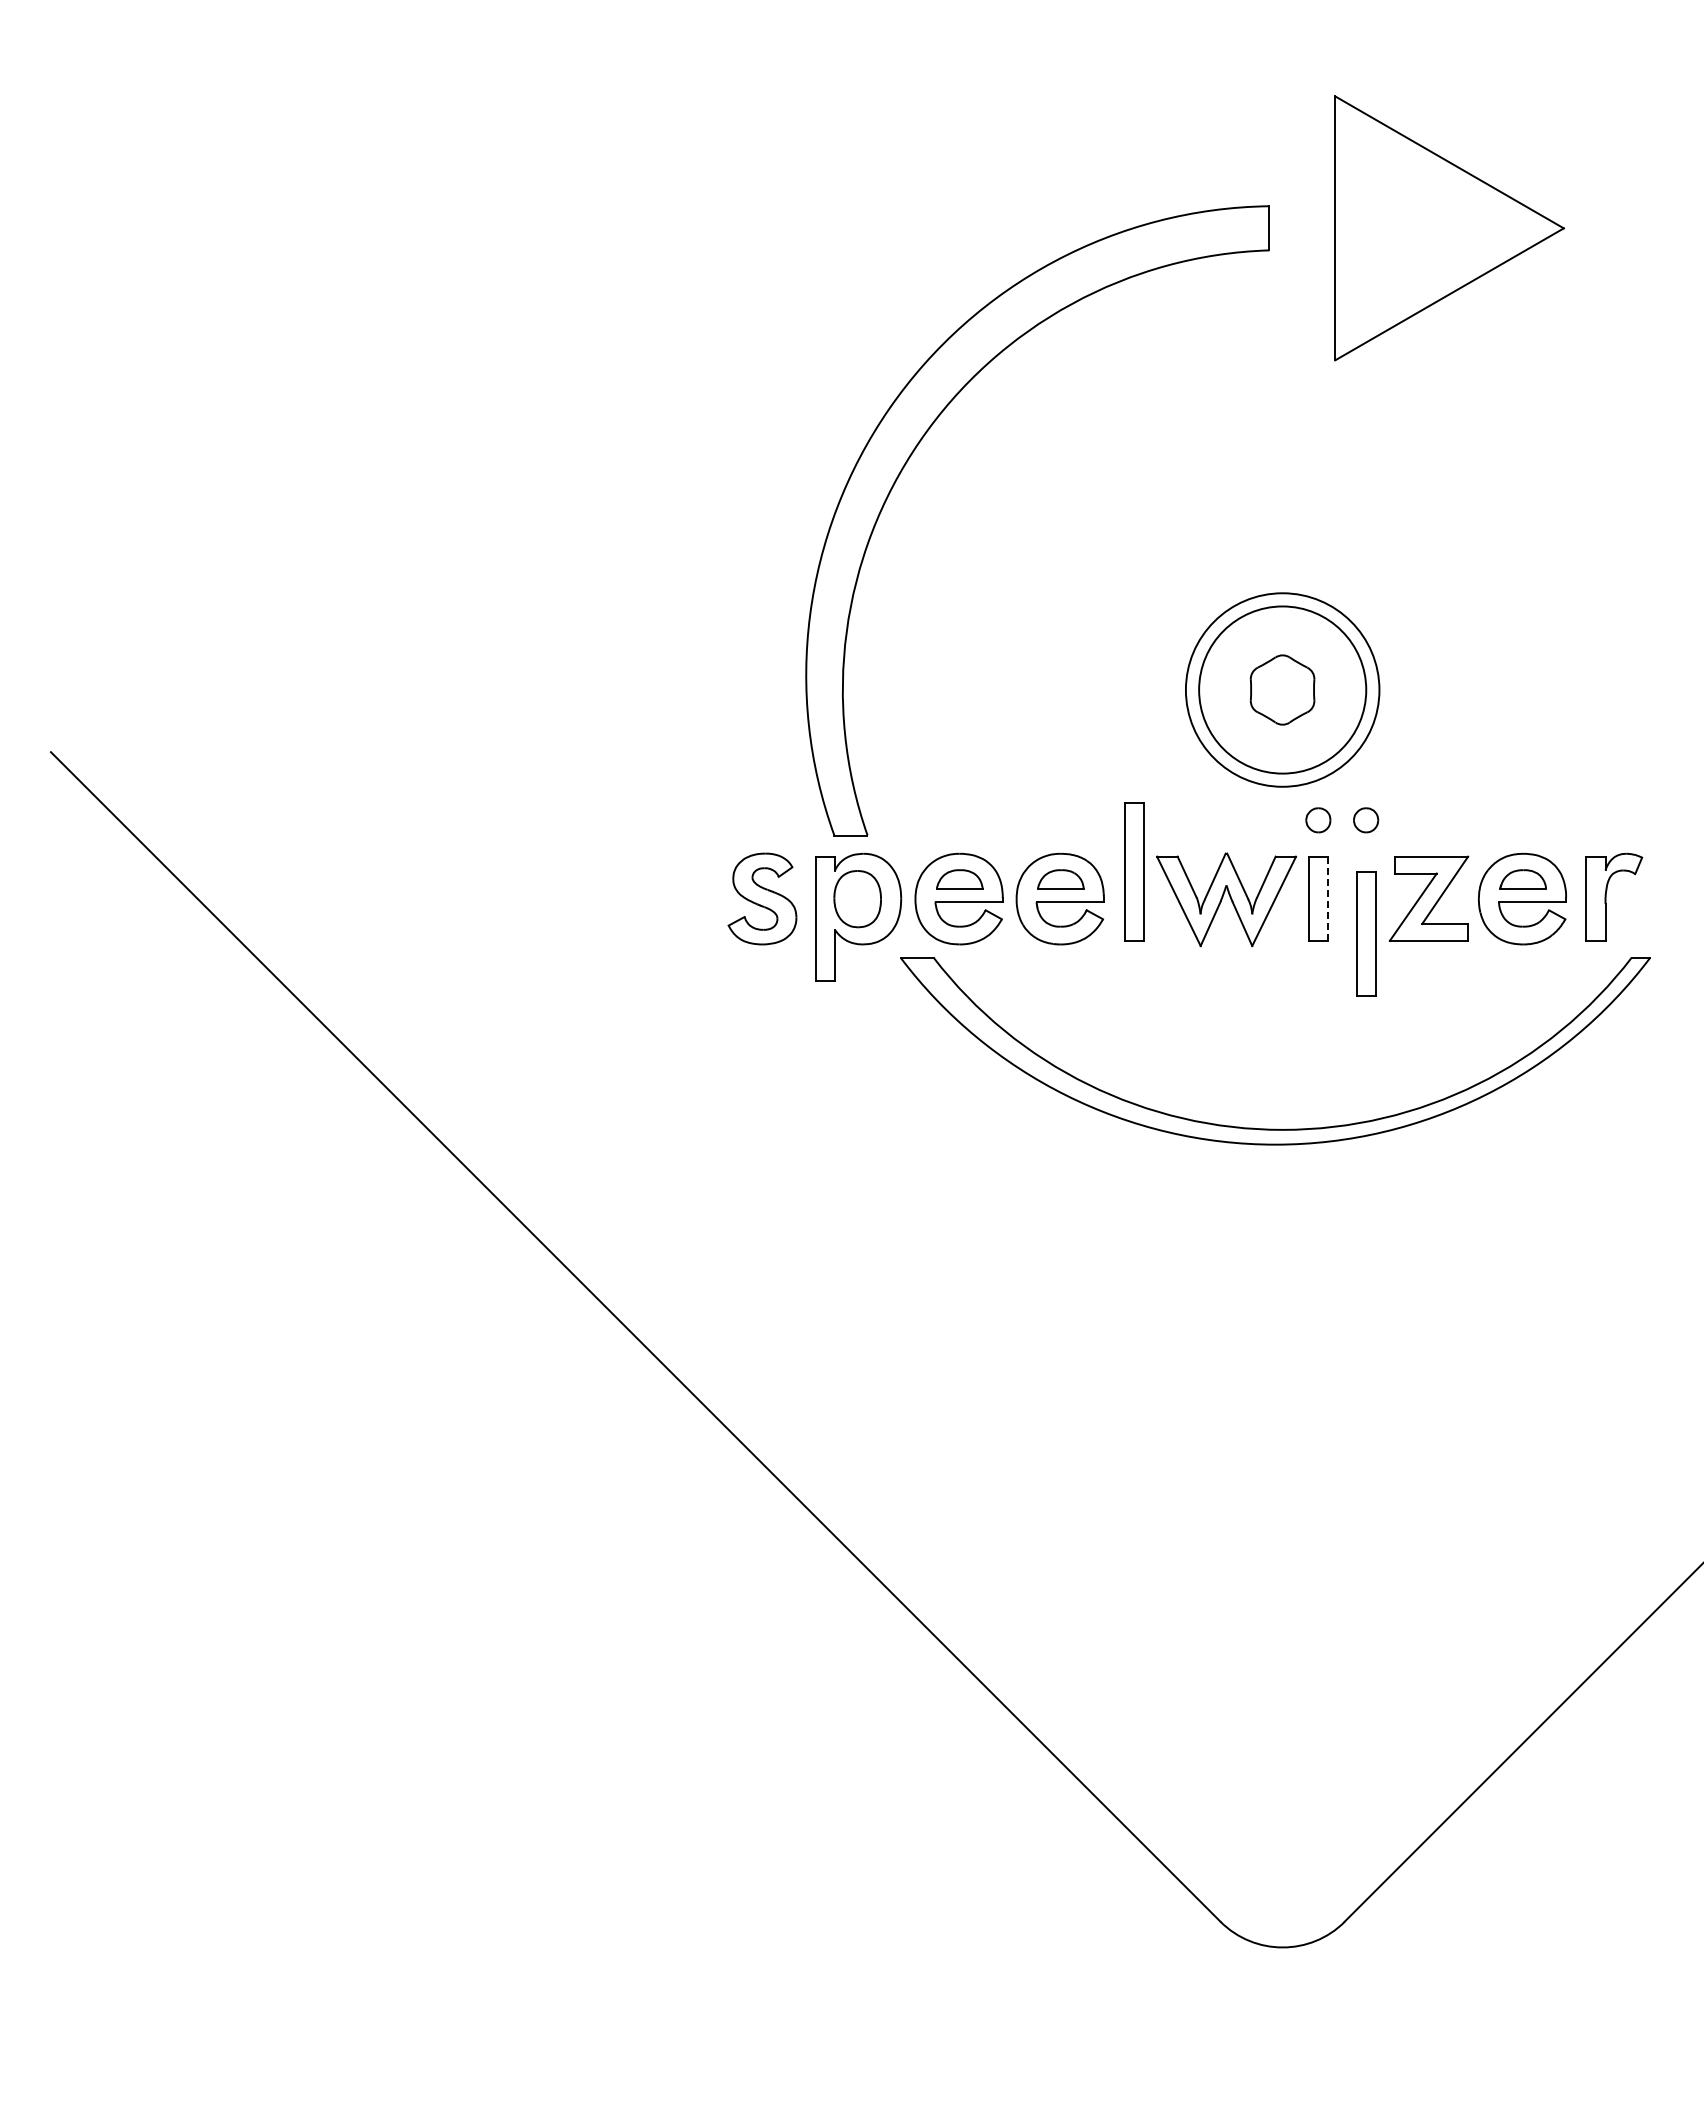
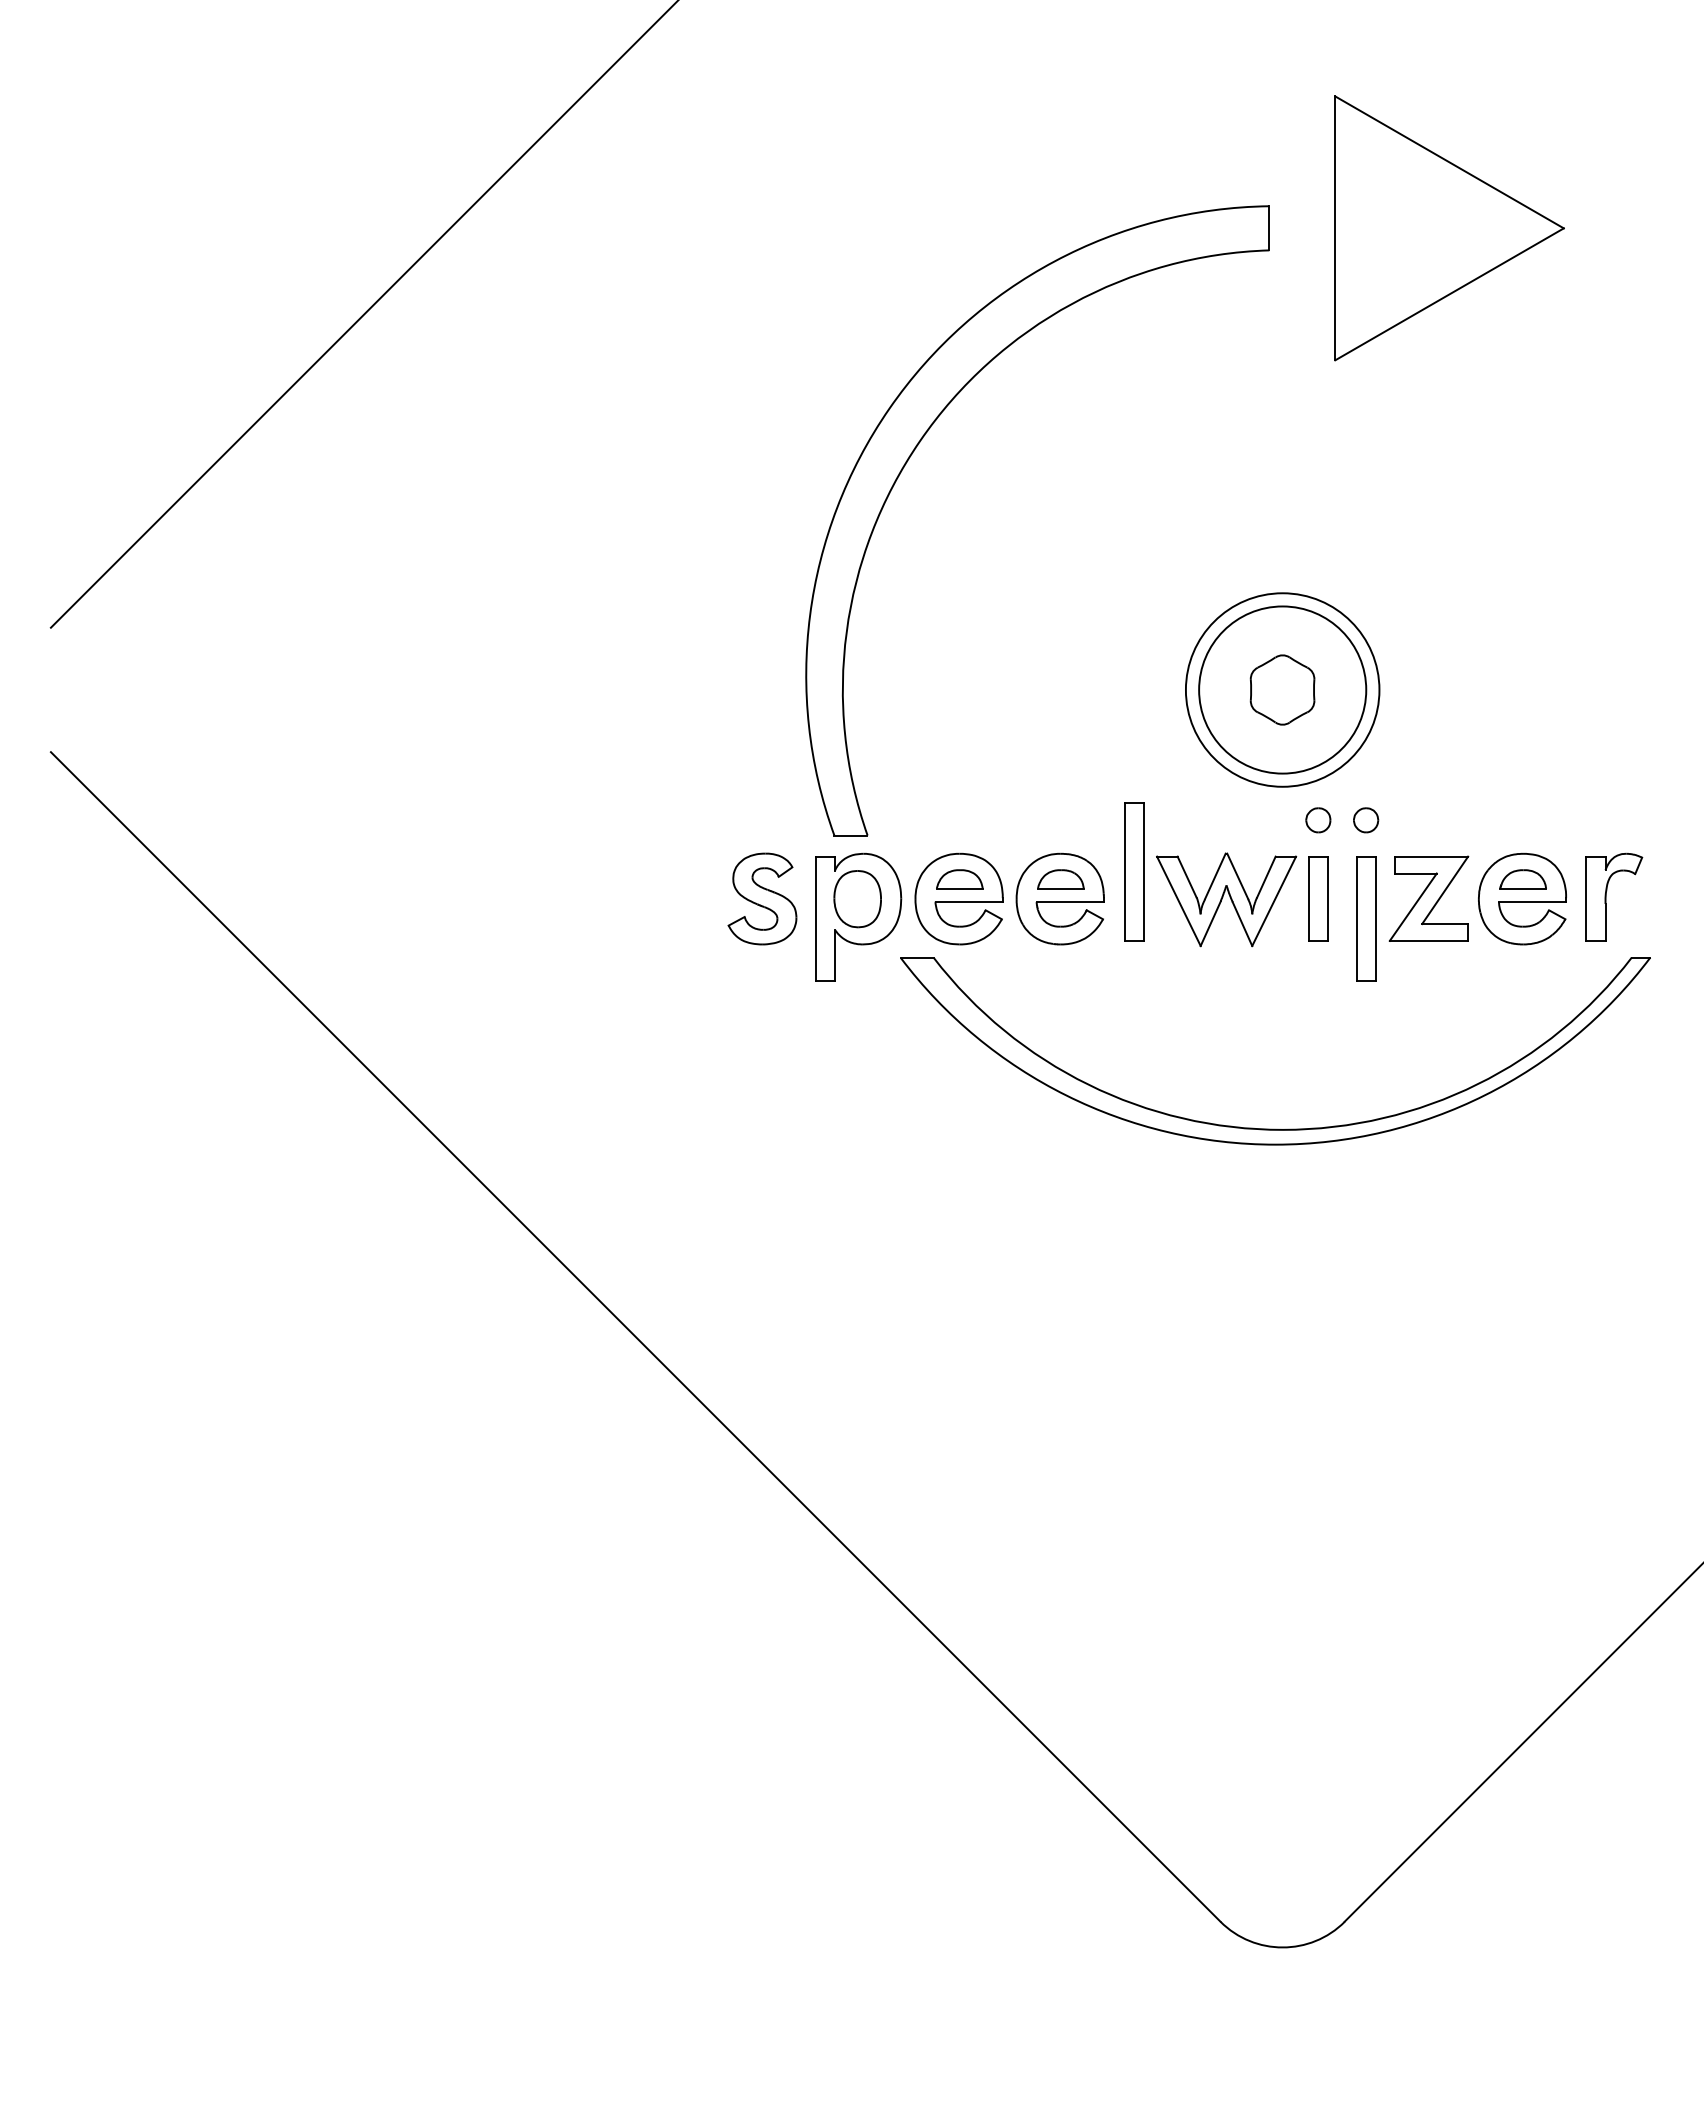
line at (363, 314): none -> present
line at (1328, 899): dashed -> solid
part at (1366, 933) position: (1366, 933) -> (1366, 918)
